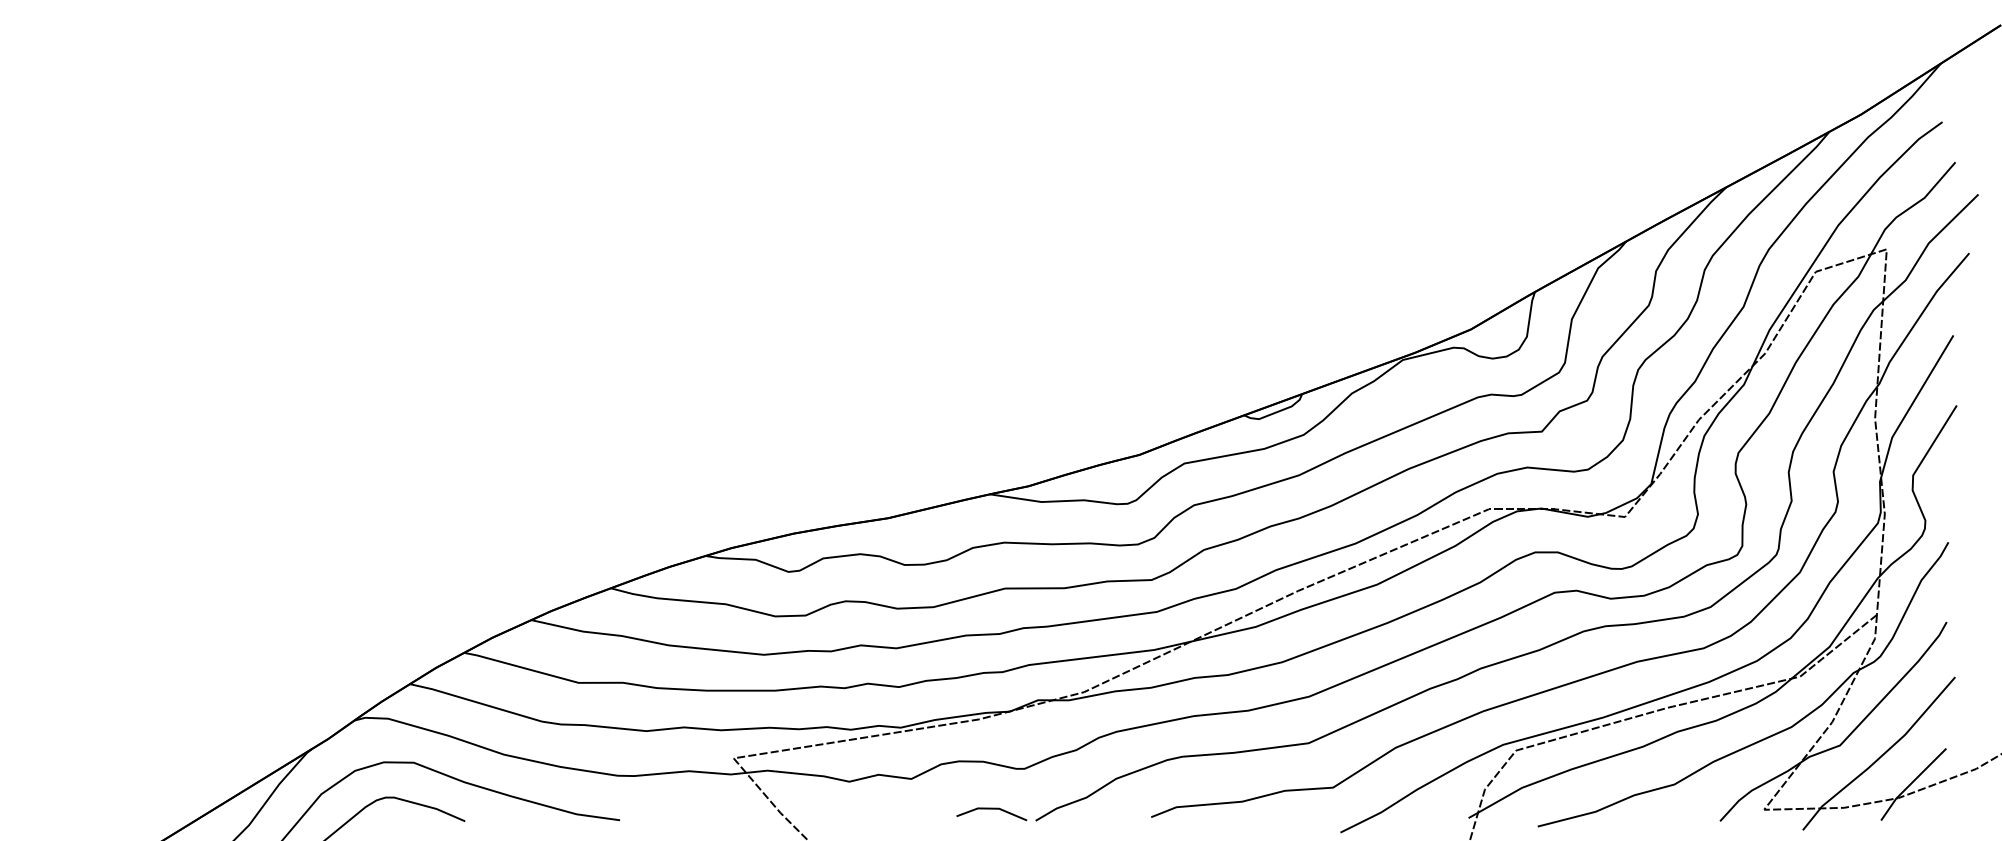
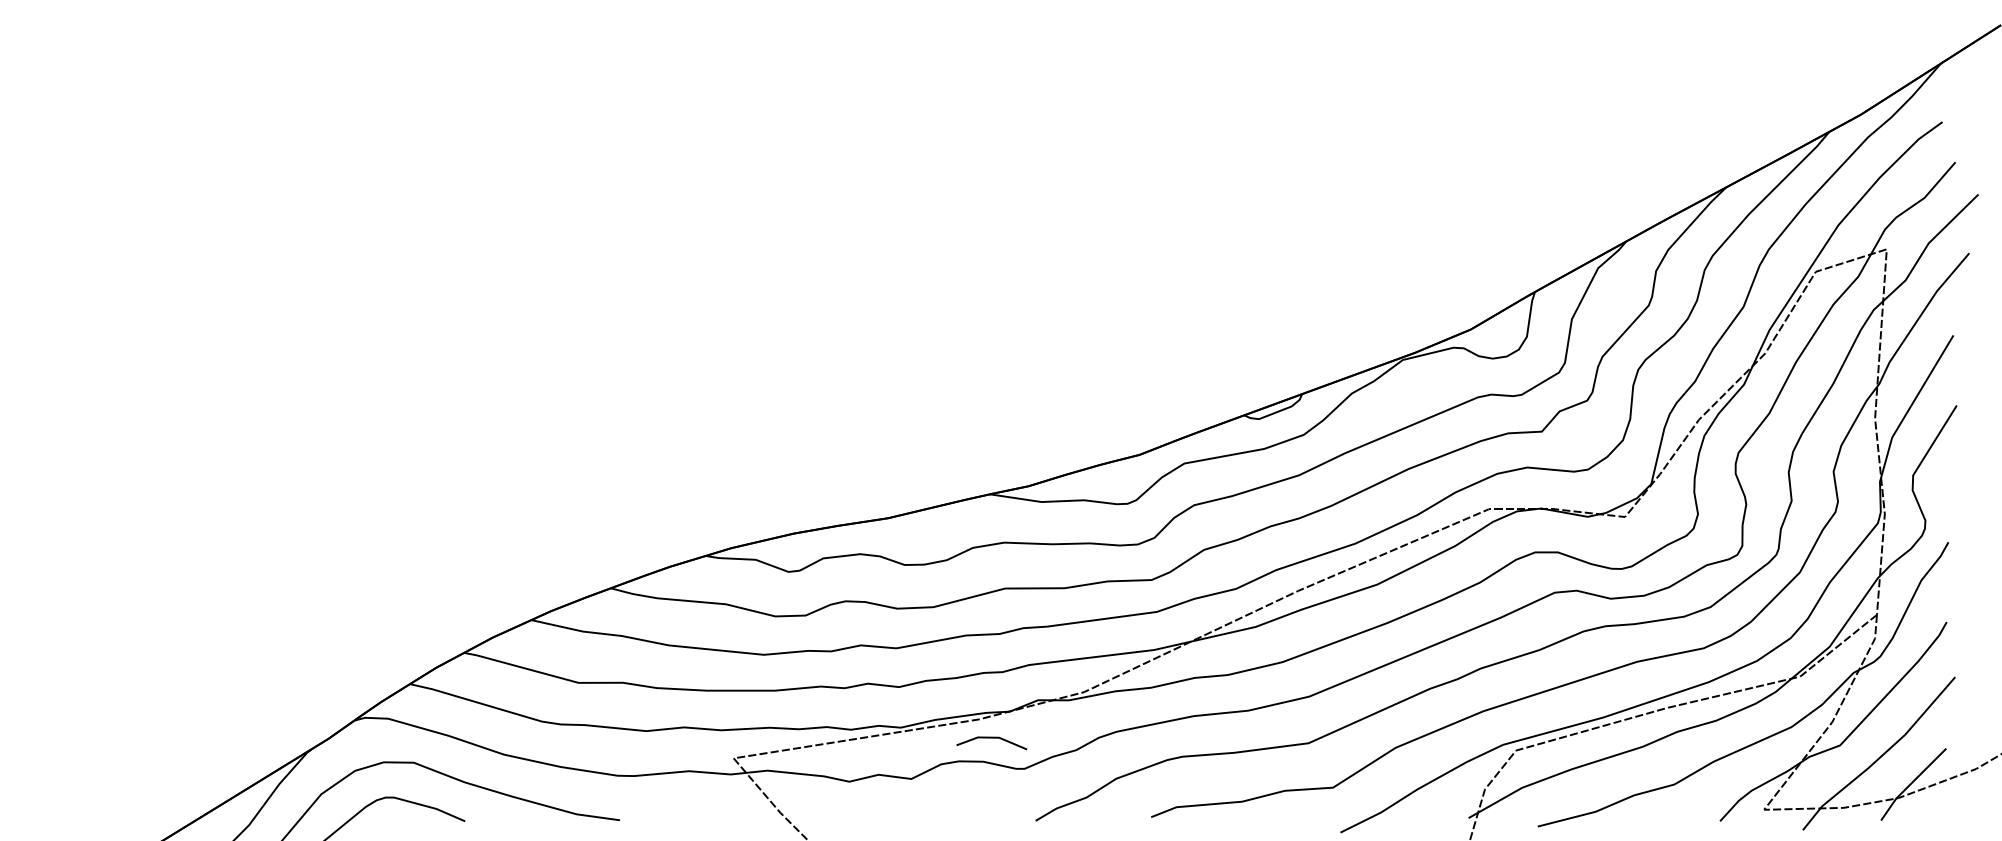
line at (991, 809) position: (991, 809) -> (991, 738)
